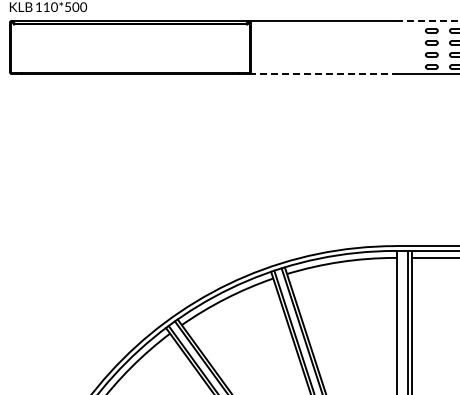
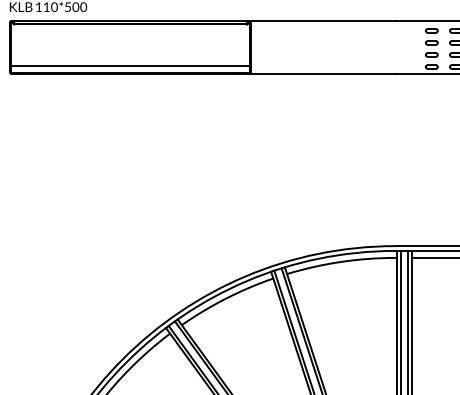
line at (427, 20): dashed -> solid
line at (130, 65): none -> present
line at (323, 74): dashed -> solid
line at (400, 320): none -> present
